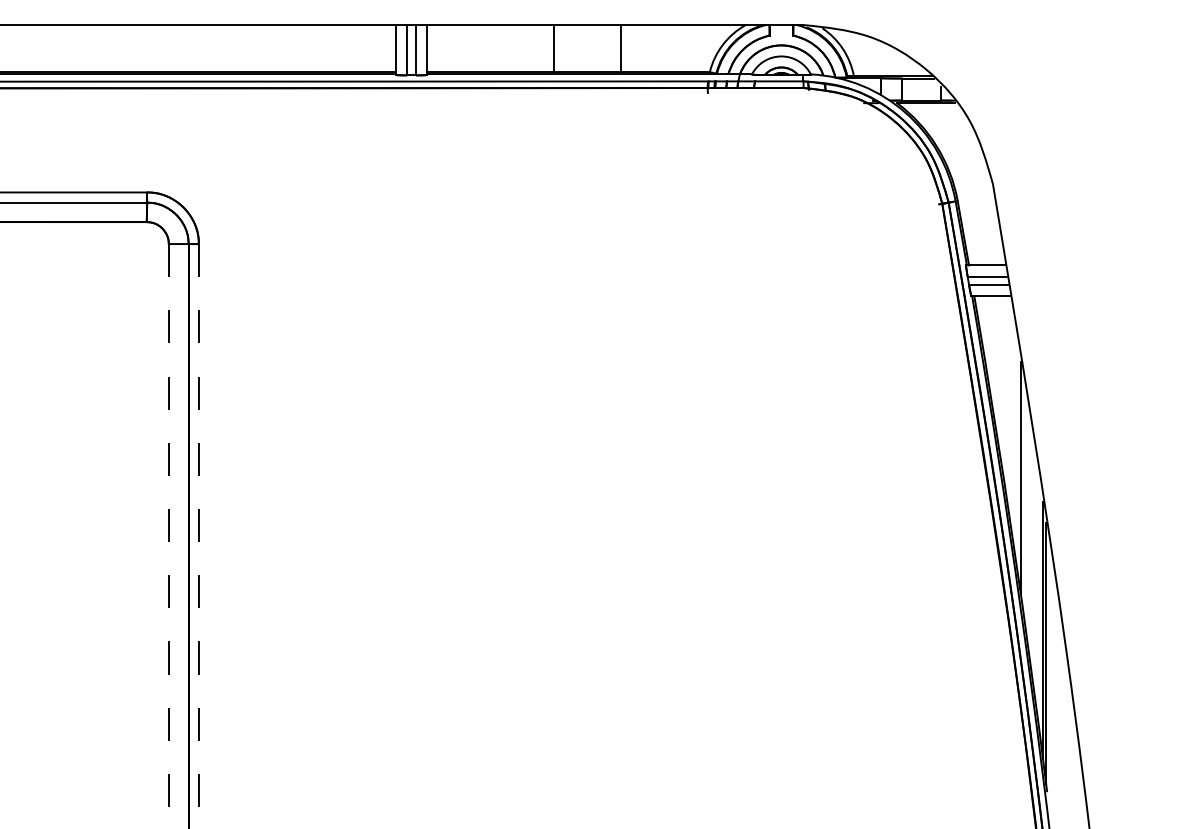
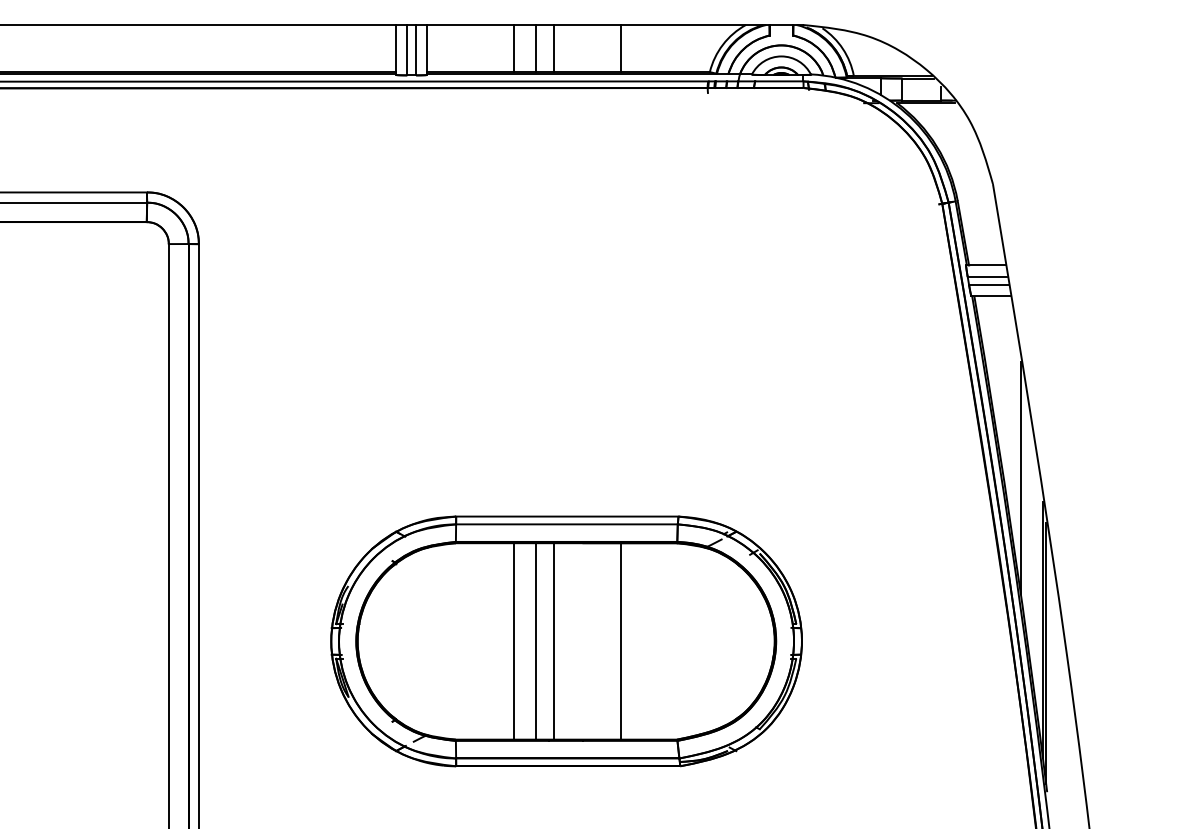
line at (513, 48): none -> present
line at (535, 48): none -> present
line at (168, 536): dashed -> solid
line at (198, 536): dashed -> solid
part at (566, 641): none -> present
